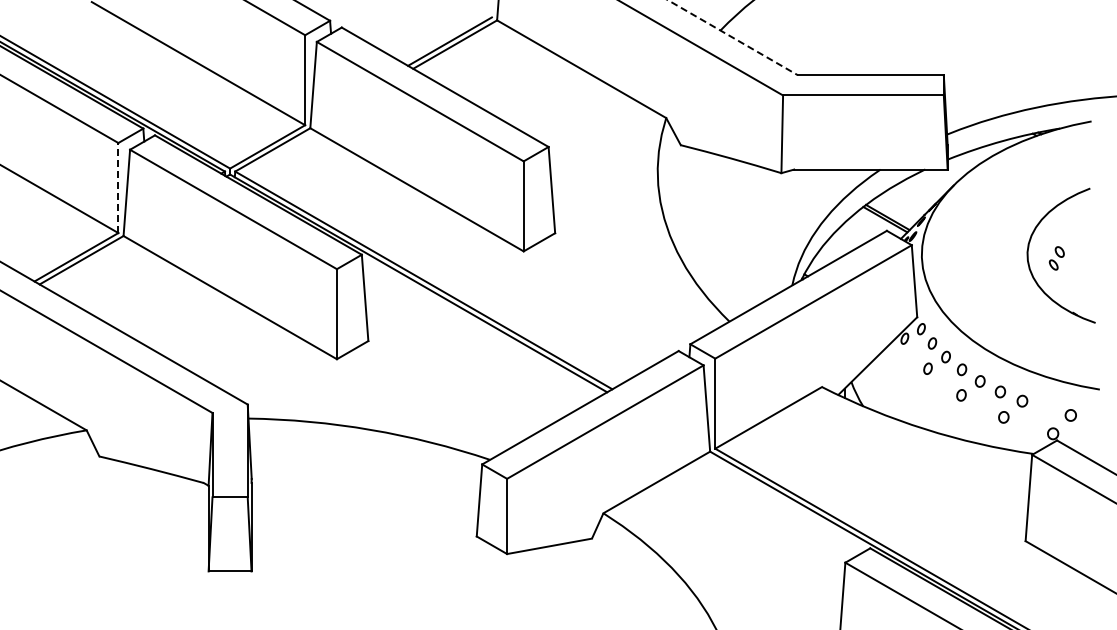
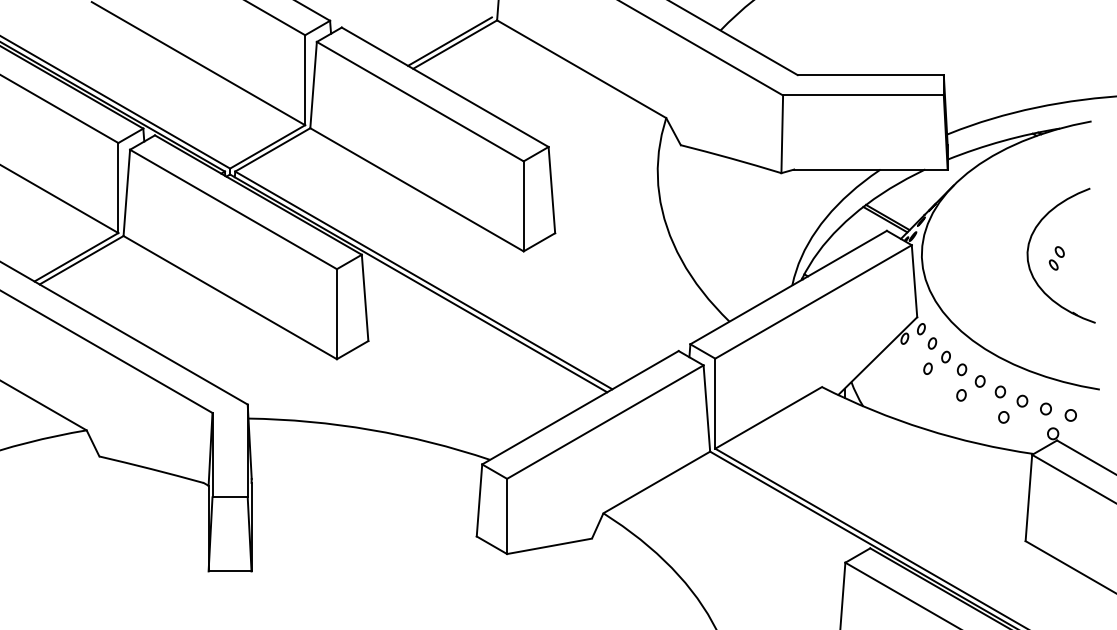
line at (732, 37): dashed -> solid
line at (118, 187): dashed -> solid
part at (1045, 408): none -> present
